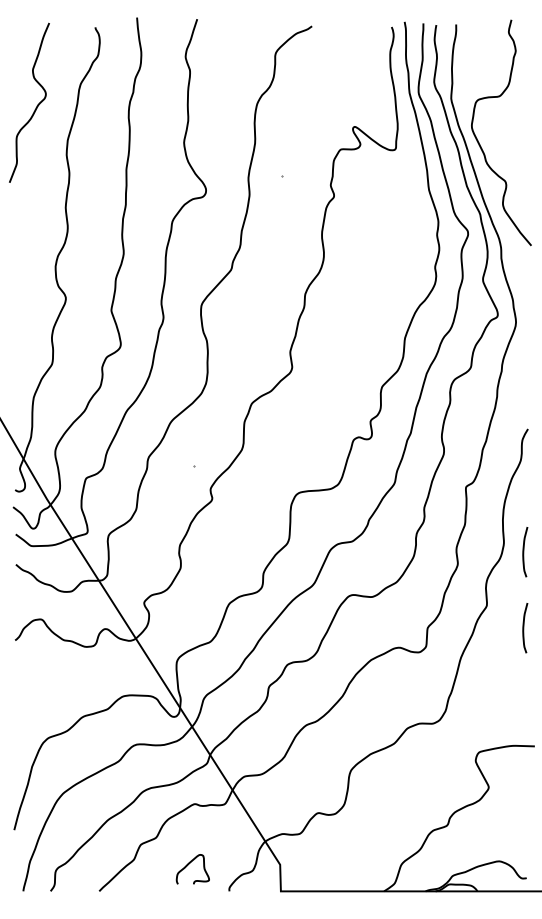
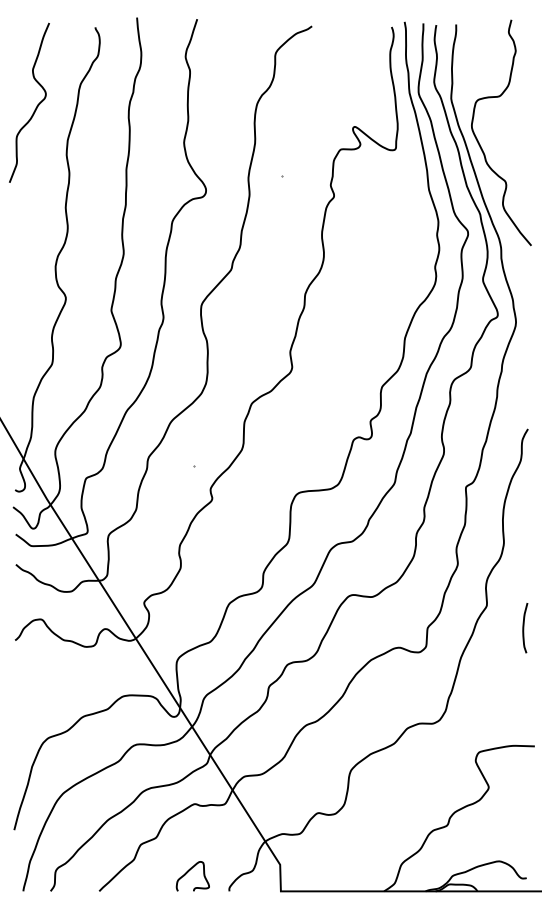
curve at (524, 552): present -> none
curve at (188, 865) position: (188, 865) -> (188, 872)
